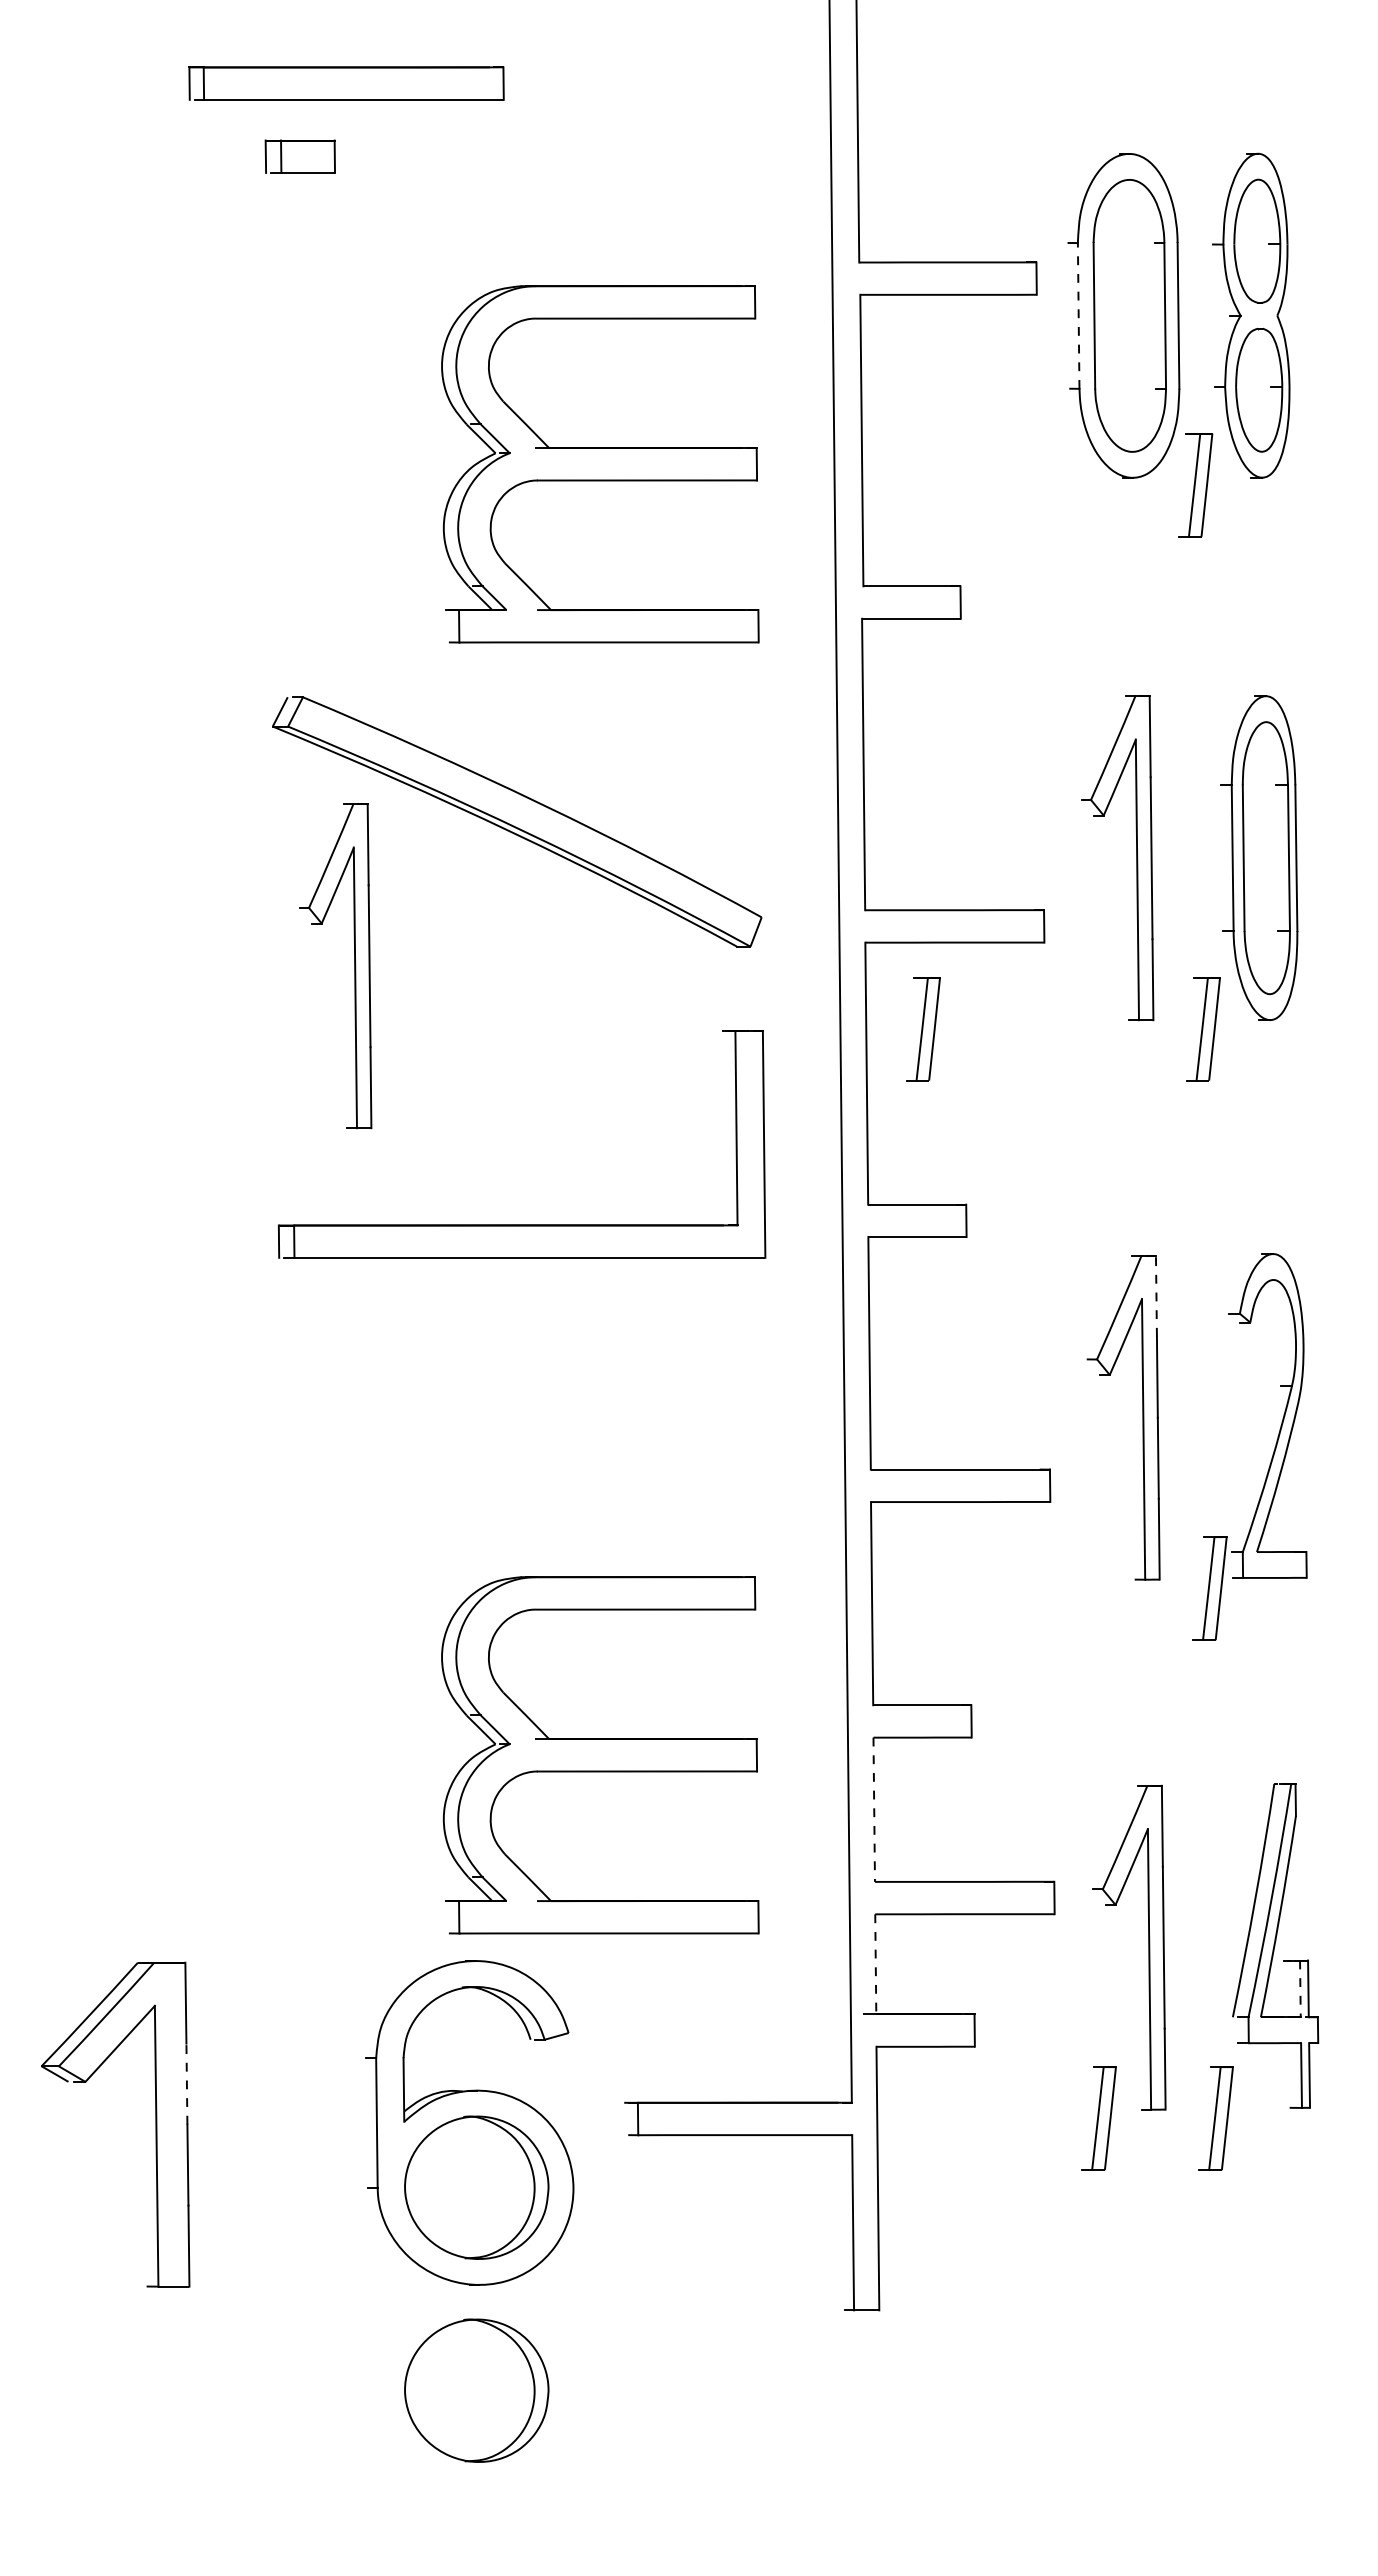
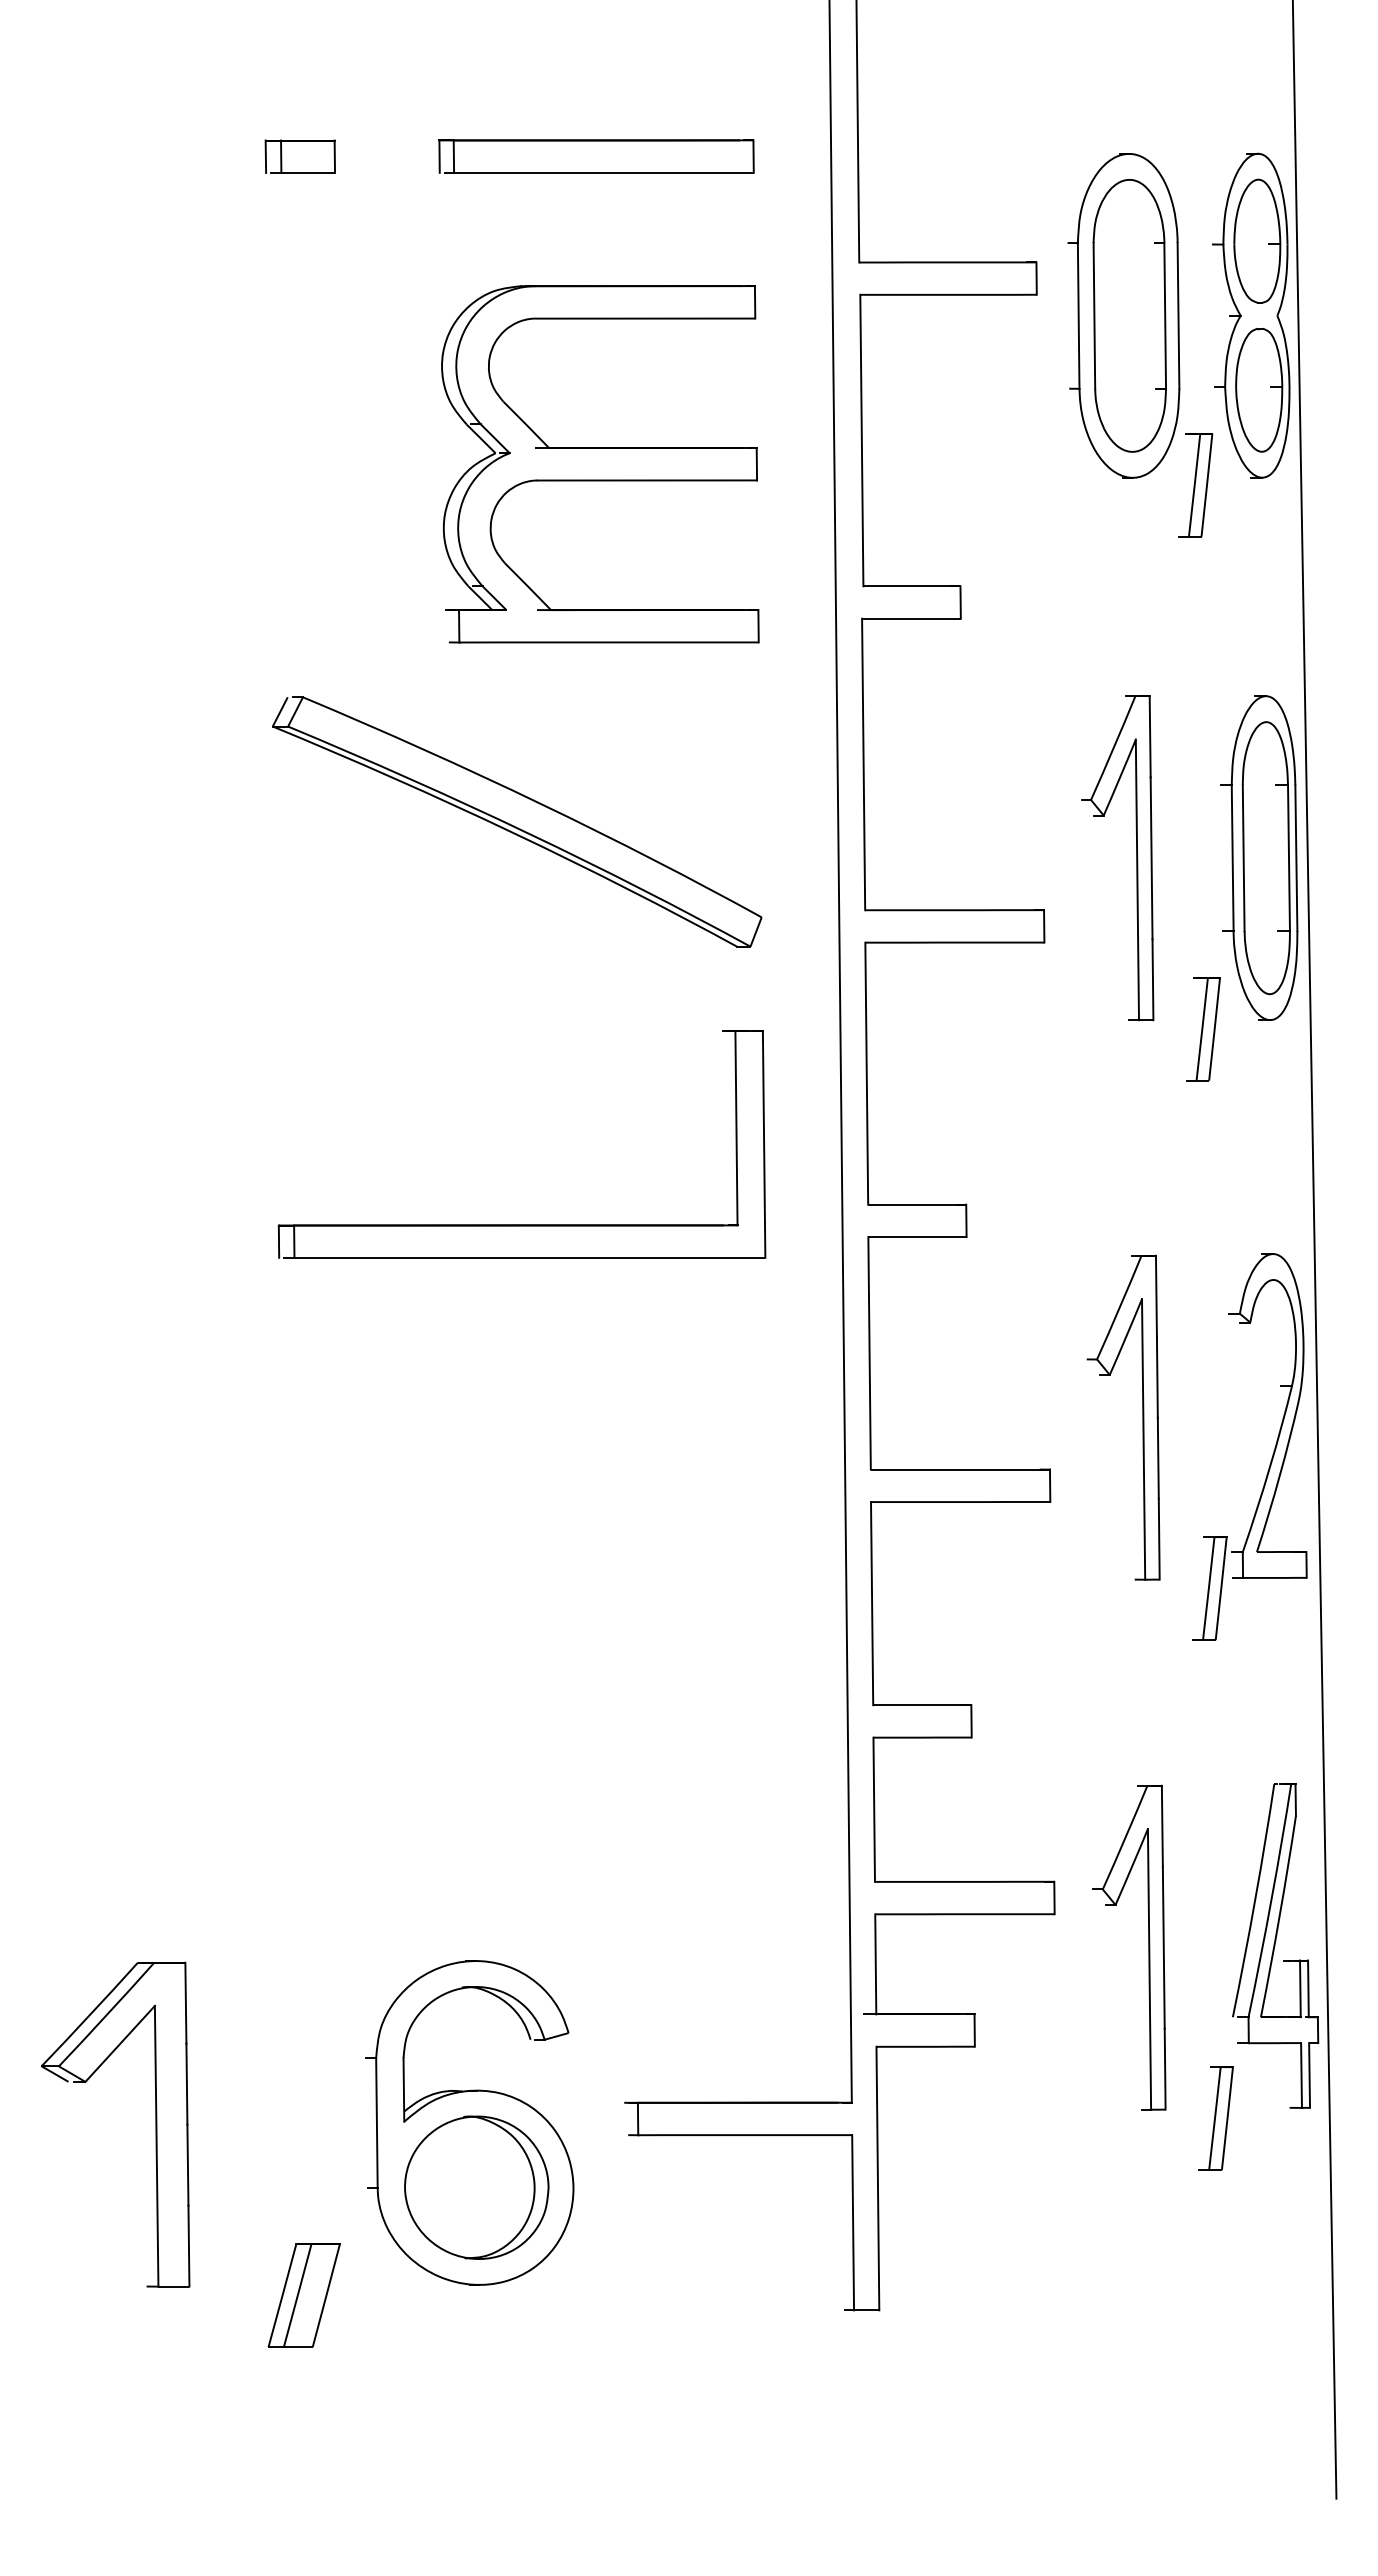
part at (346, 83) position: (346, 83) -> (596, 156)
line at (1078, 315): dashed -> solid
part at (354, 966): present -> none
part at (923, 1029): present -> none
line at (1314, 1250): none -> present
line at (1156, 1295): dashed -> solid
part at (600, 1755): present -> none
line at (874, 1810): dashed -> solid
line at (875, 1964): dashed -> solid
line at (1300, 1989): dashed -> solid
line at (186, 2084): dashed -> solid
part at (1098, 2118): present -> none
part at (303, 2295): none -> present
part at (476, 2390): present -> none
